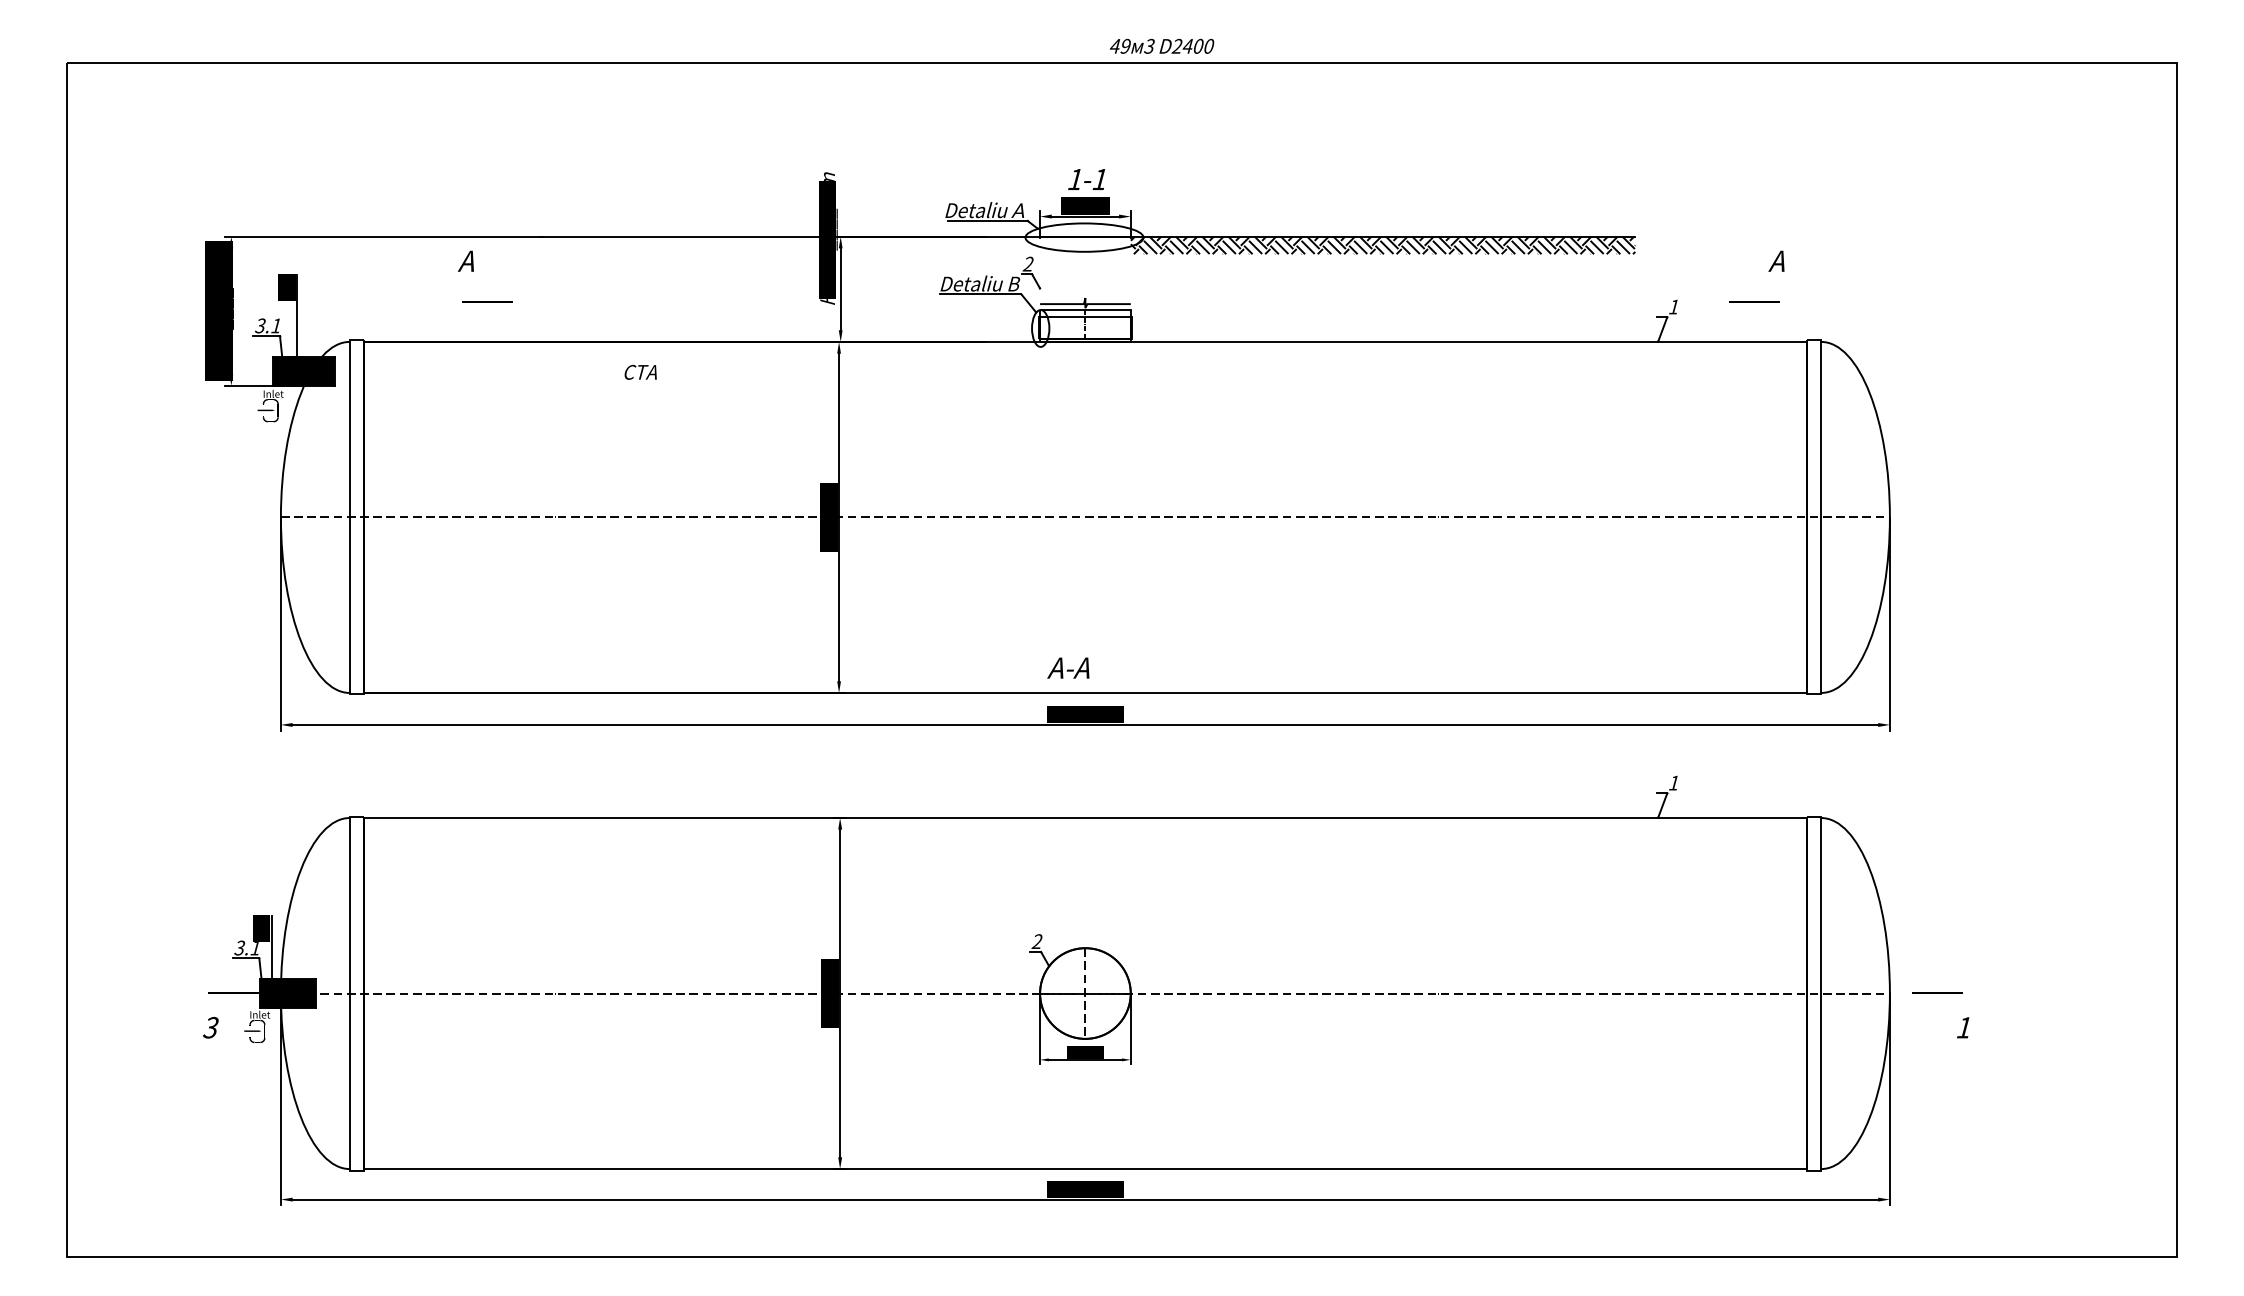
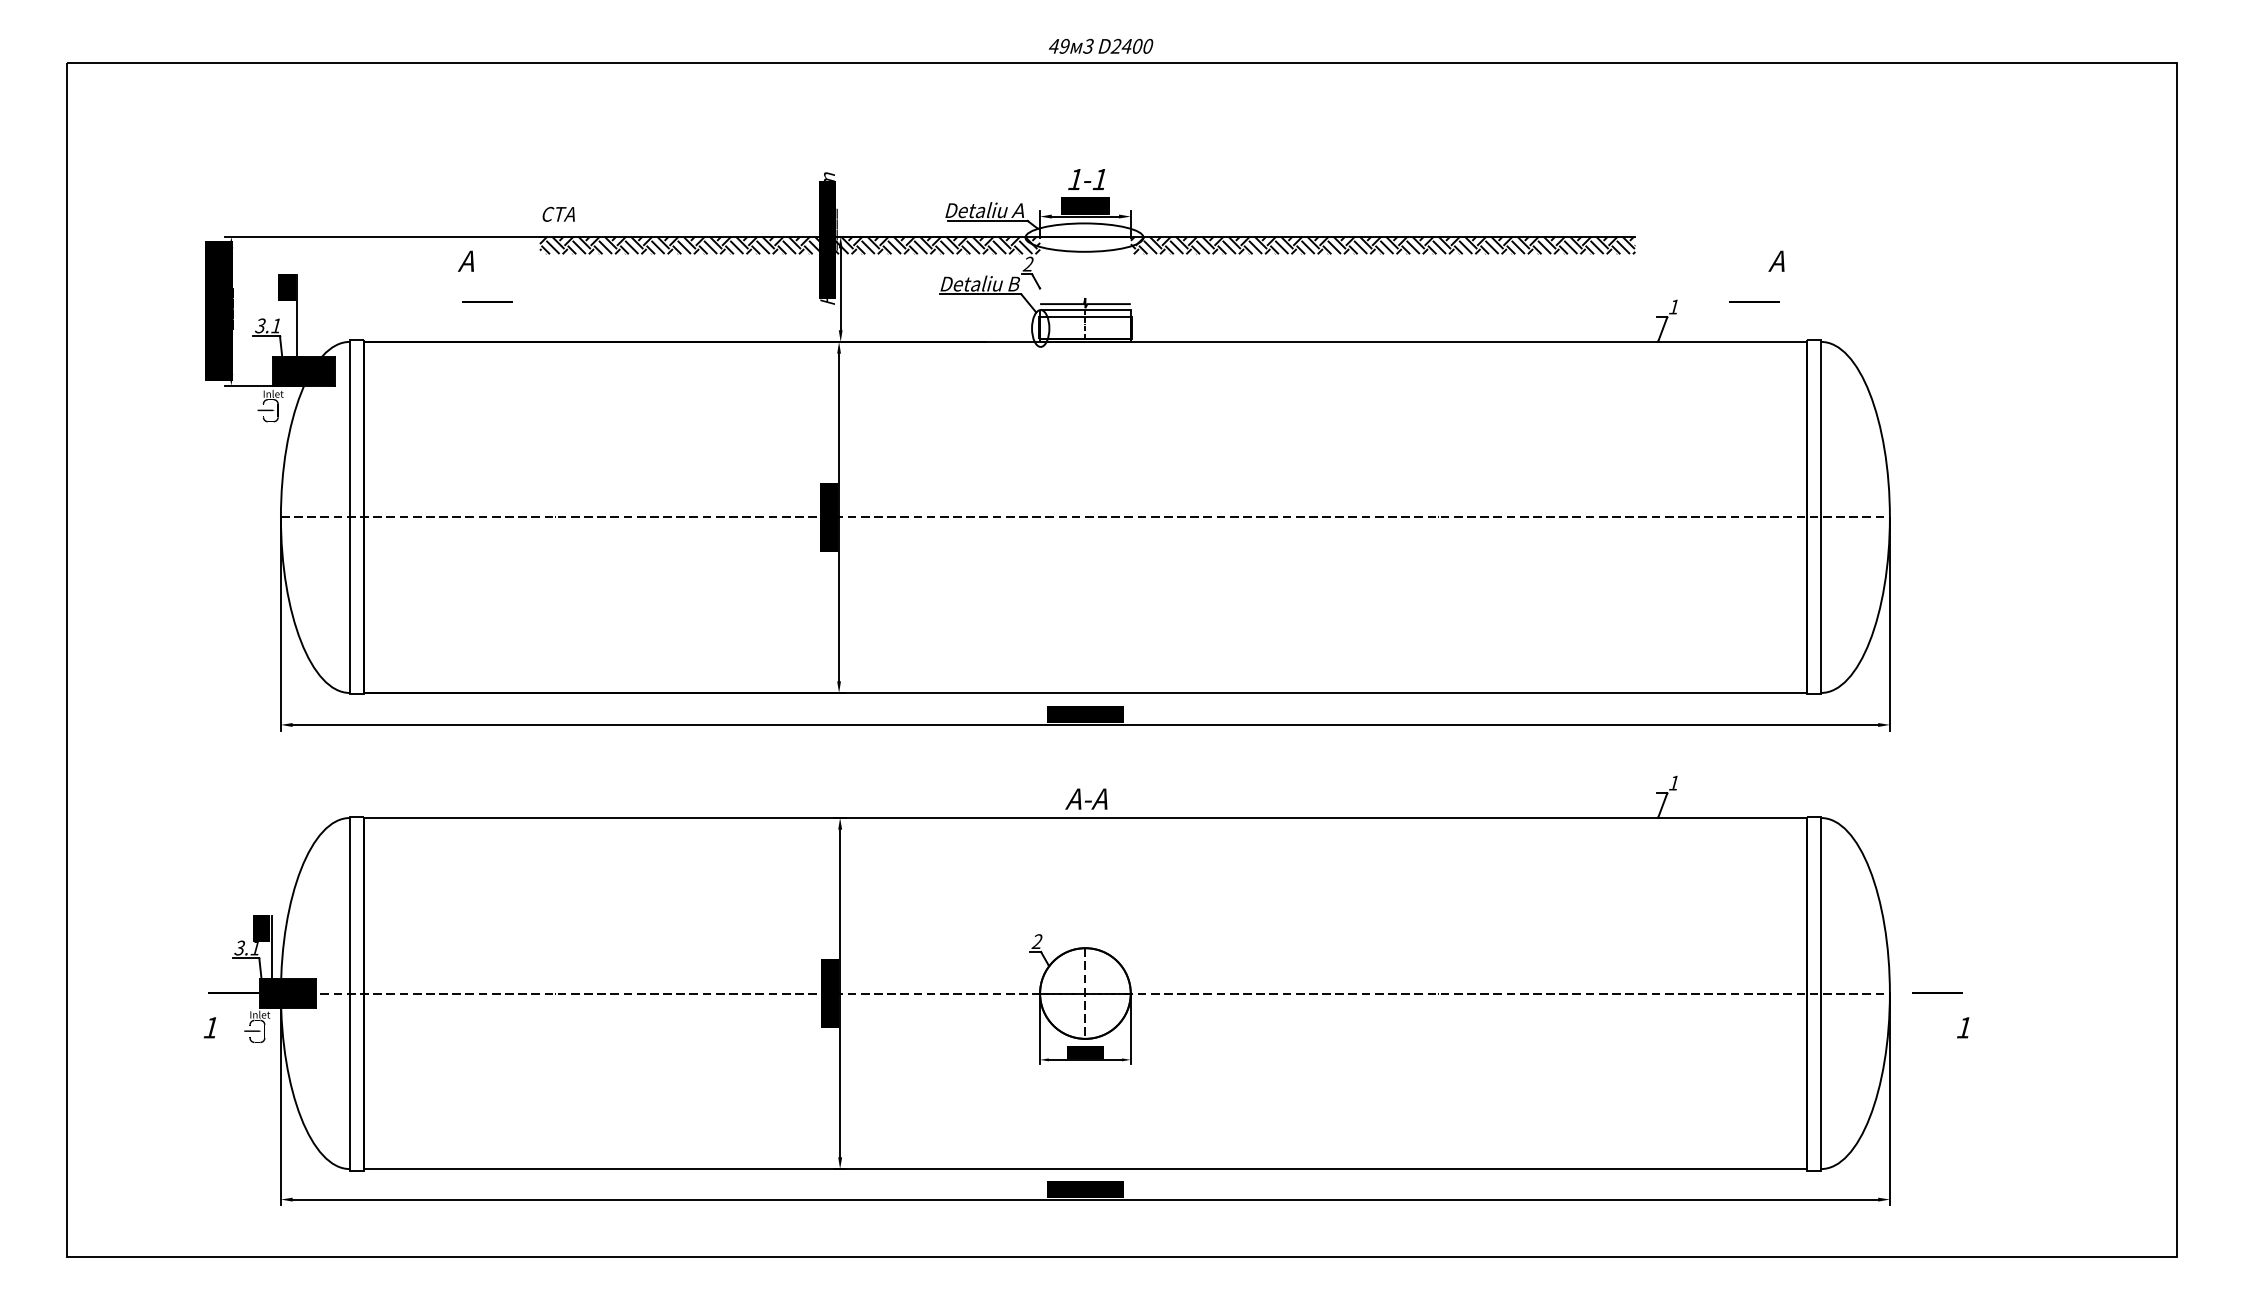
text at (1161, 45) position: (1161, 45) -> (1100, 45)
hatch at (789, 245): none -> present
text at (640, 371) position: (640, 371) -> (558, 213)
text at (1068, 667) position: (1068, 667) -> (1086, 798)
text at (210, 1027): 3 -> 1
